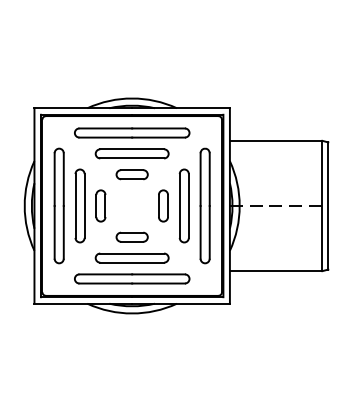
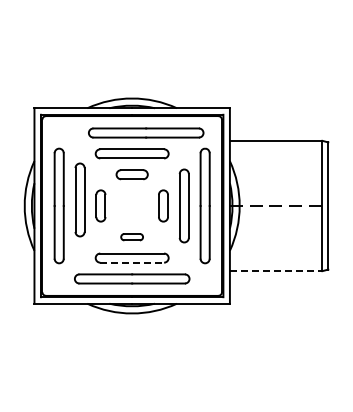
part at (132, 132) position: (132, 132) -> (146, 132)
part at (79, 205) position: (79, 205) -> (79, 199)
part at (131, 236) size: 34x12 px -> 24x9 px
line at (132, 262): solid -> dashed
line at (276, 271): solid -> dashed
